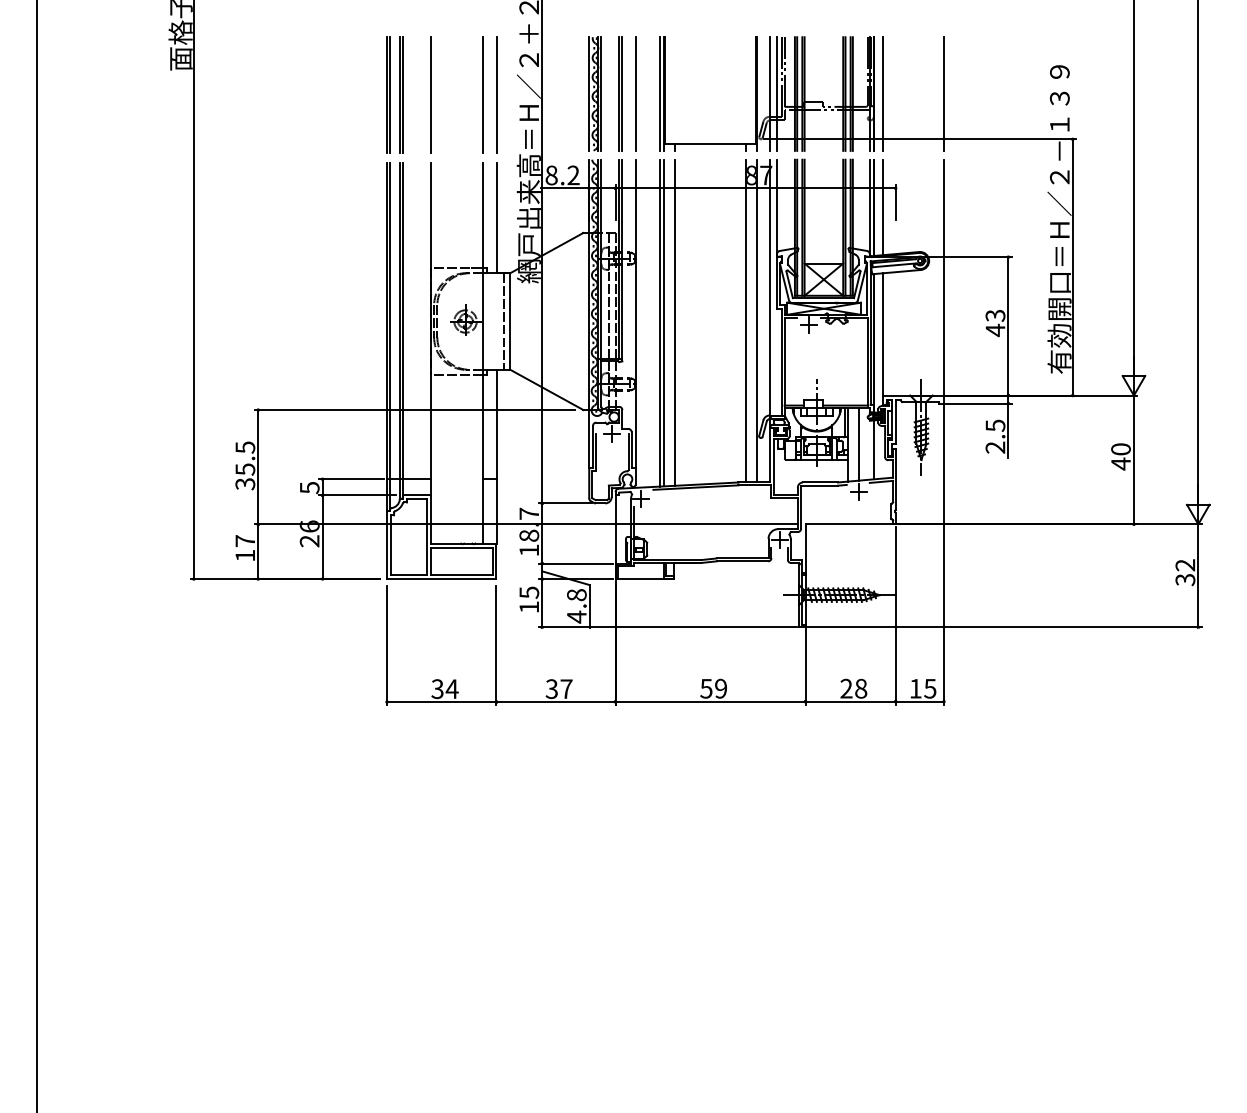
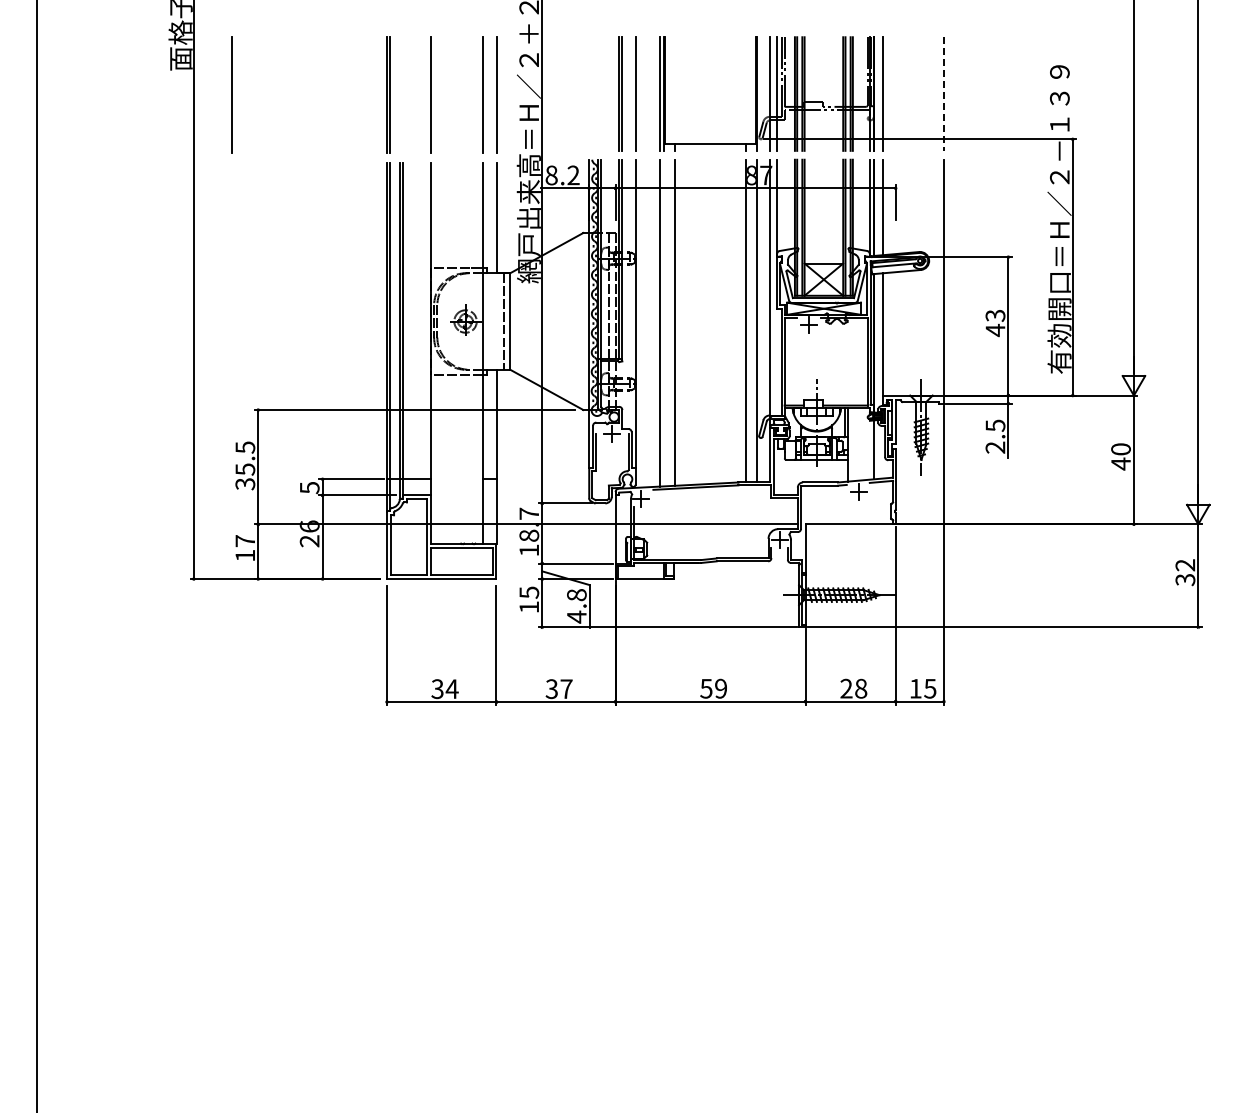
part at (594, 93): present -> none
line at (231, 94): none -> present
line at (400, 94): present -> none
line at (944, 94): solid -> dashed
line at (664, 322): present -> none
line at (859, 444): present -> none
